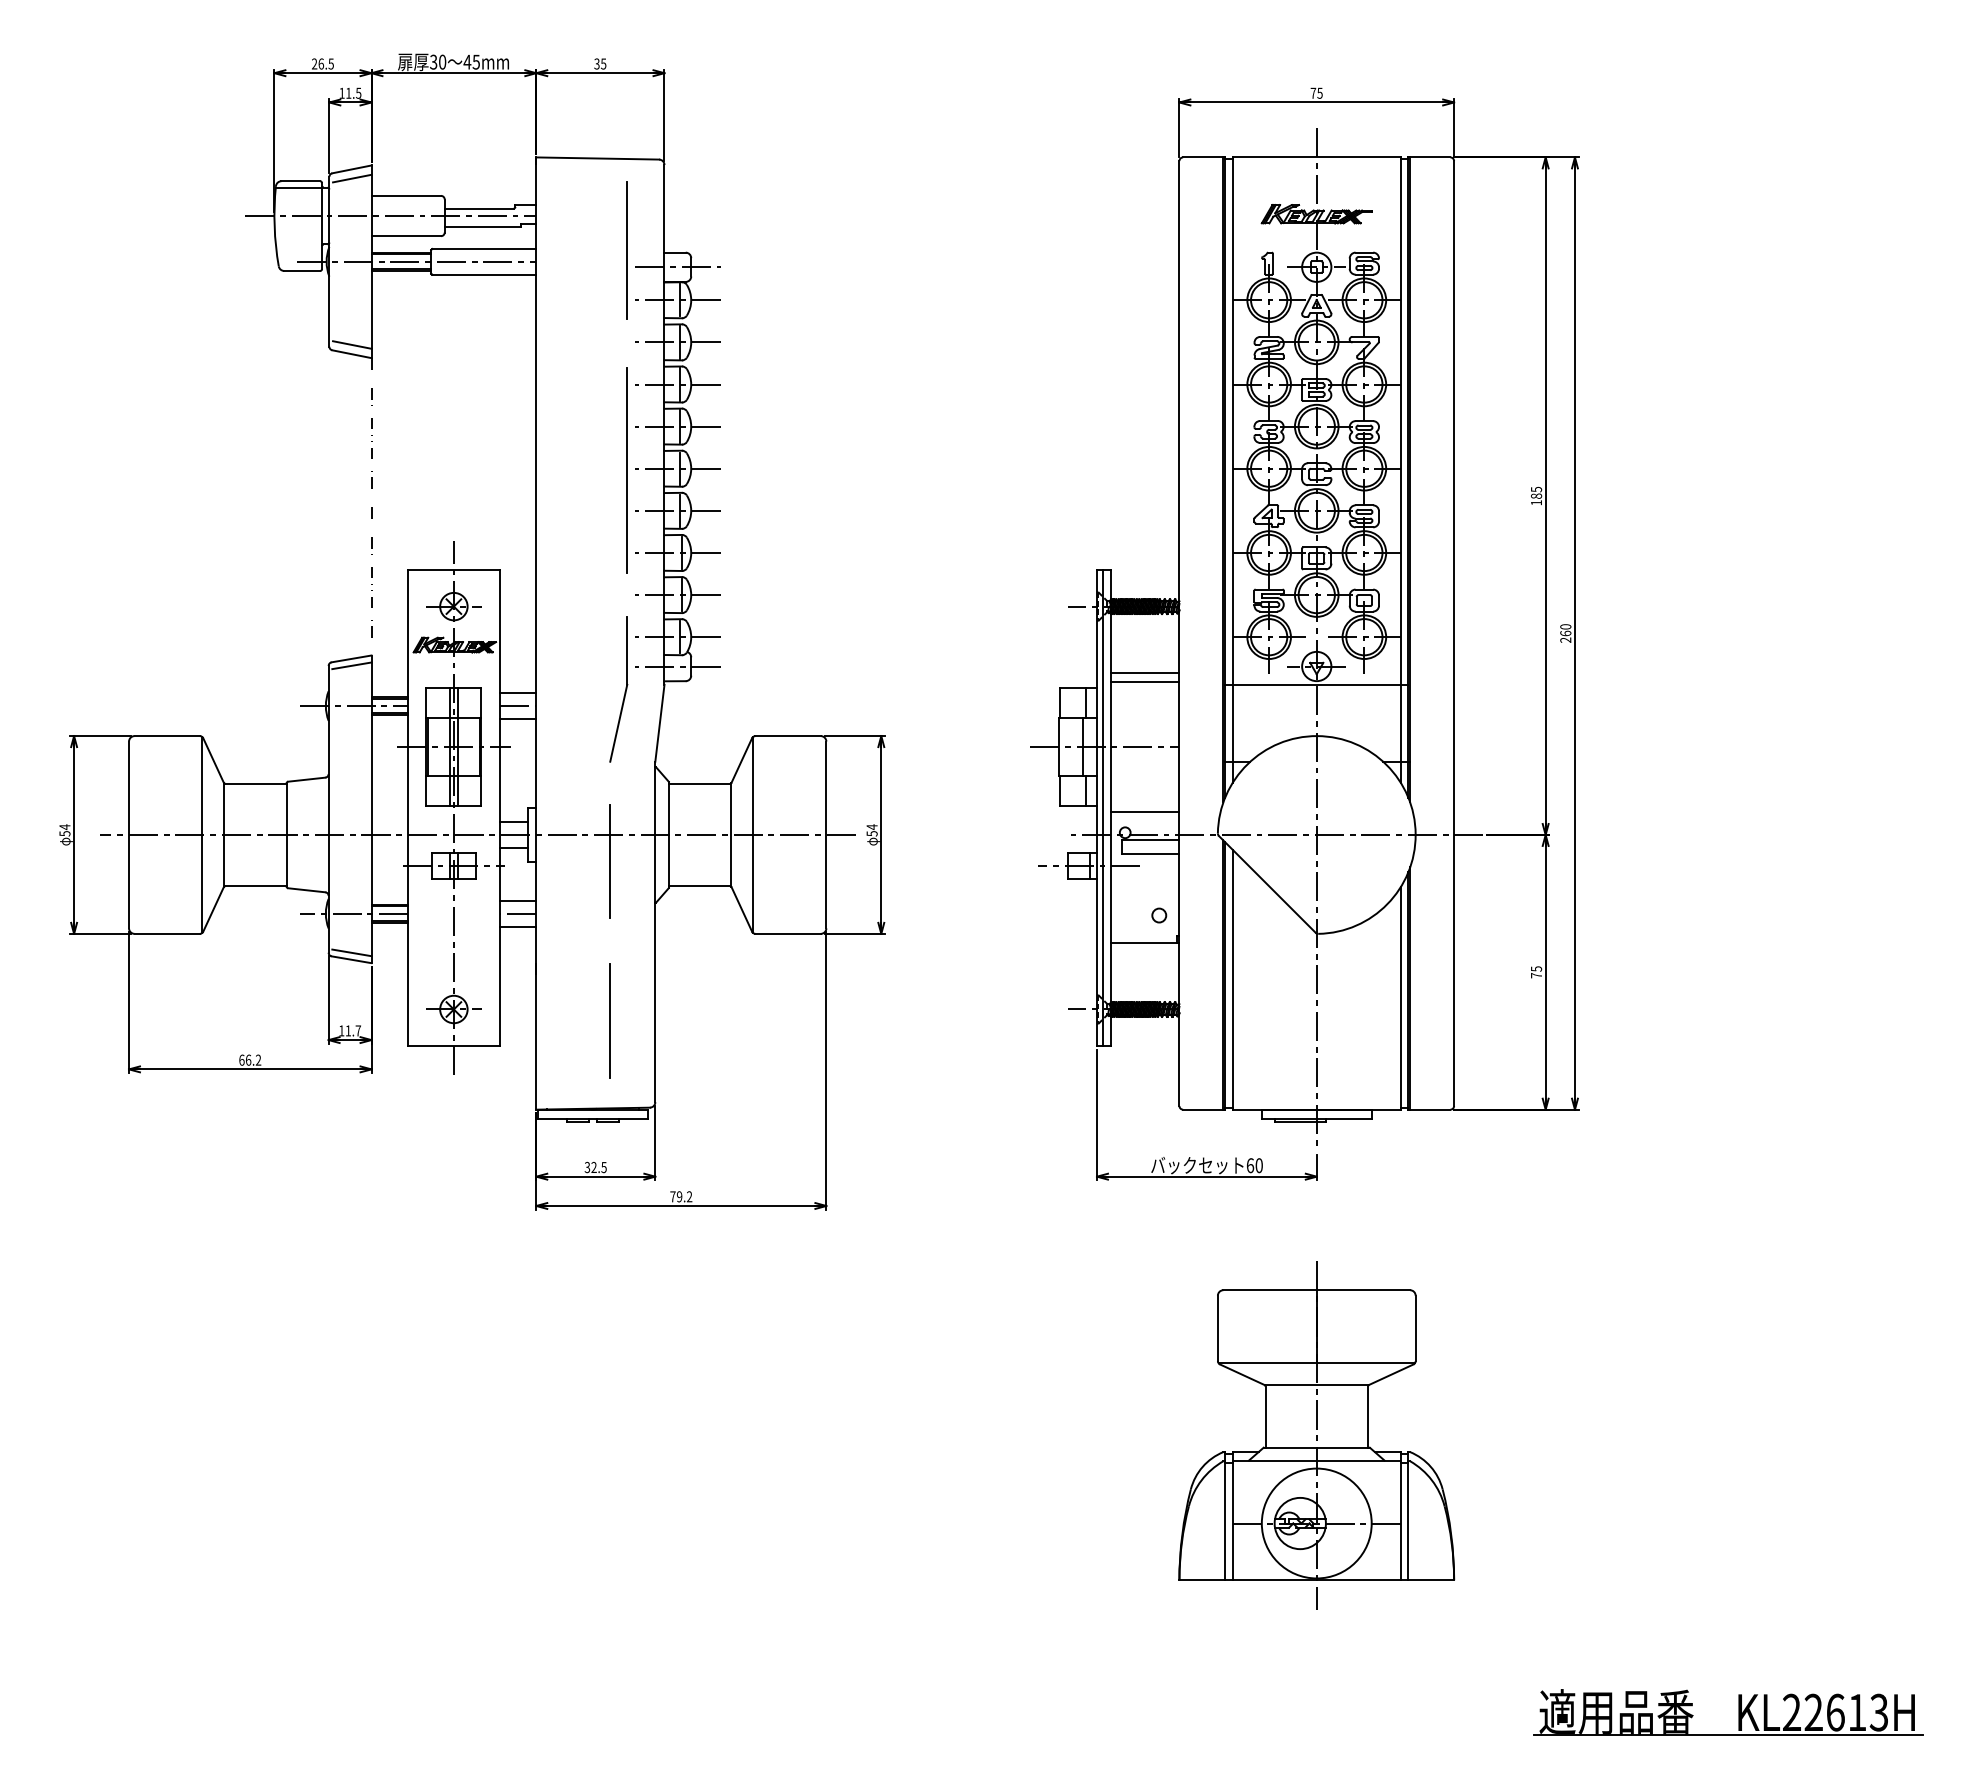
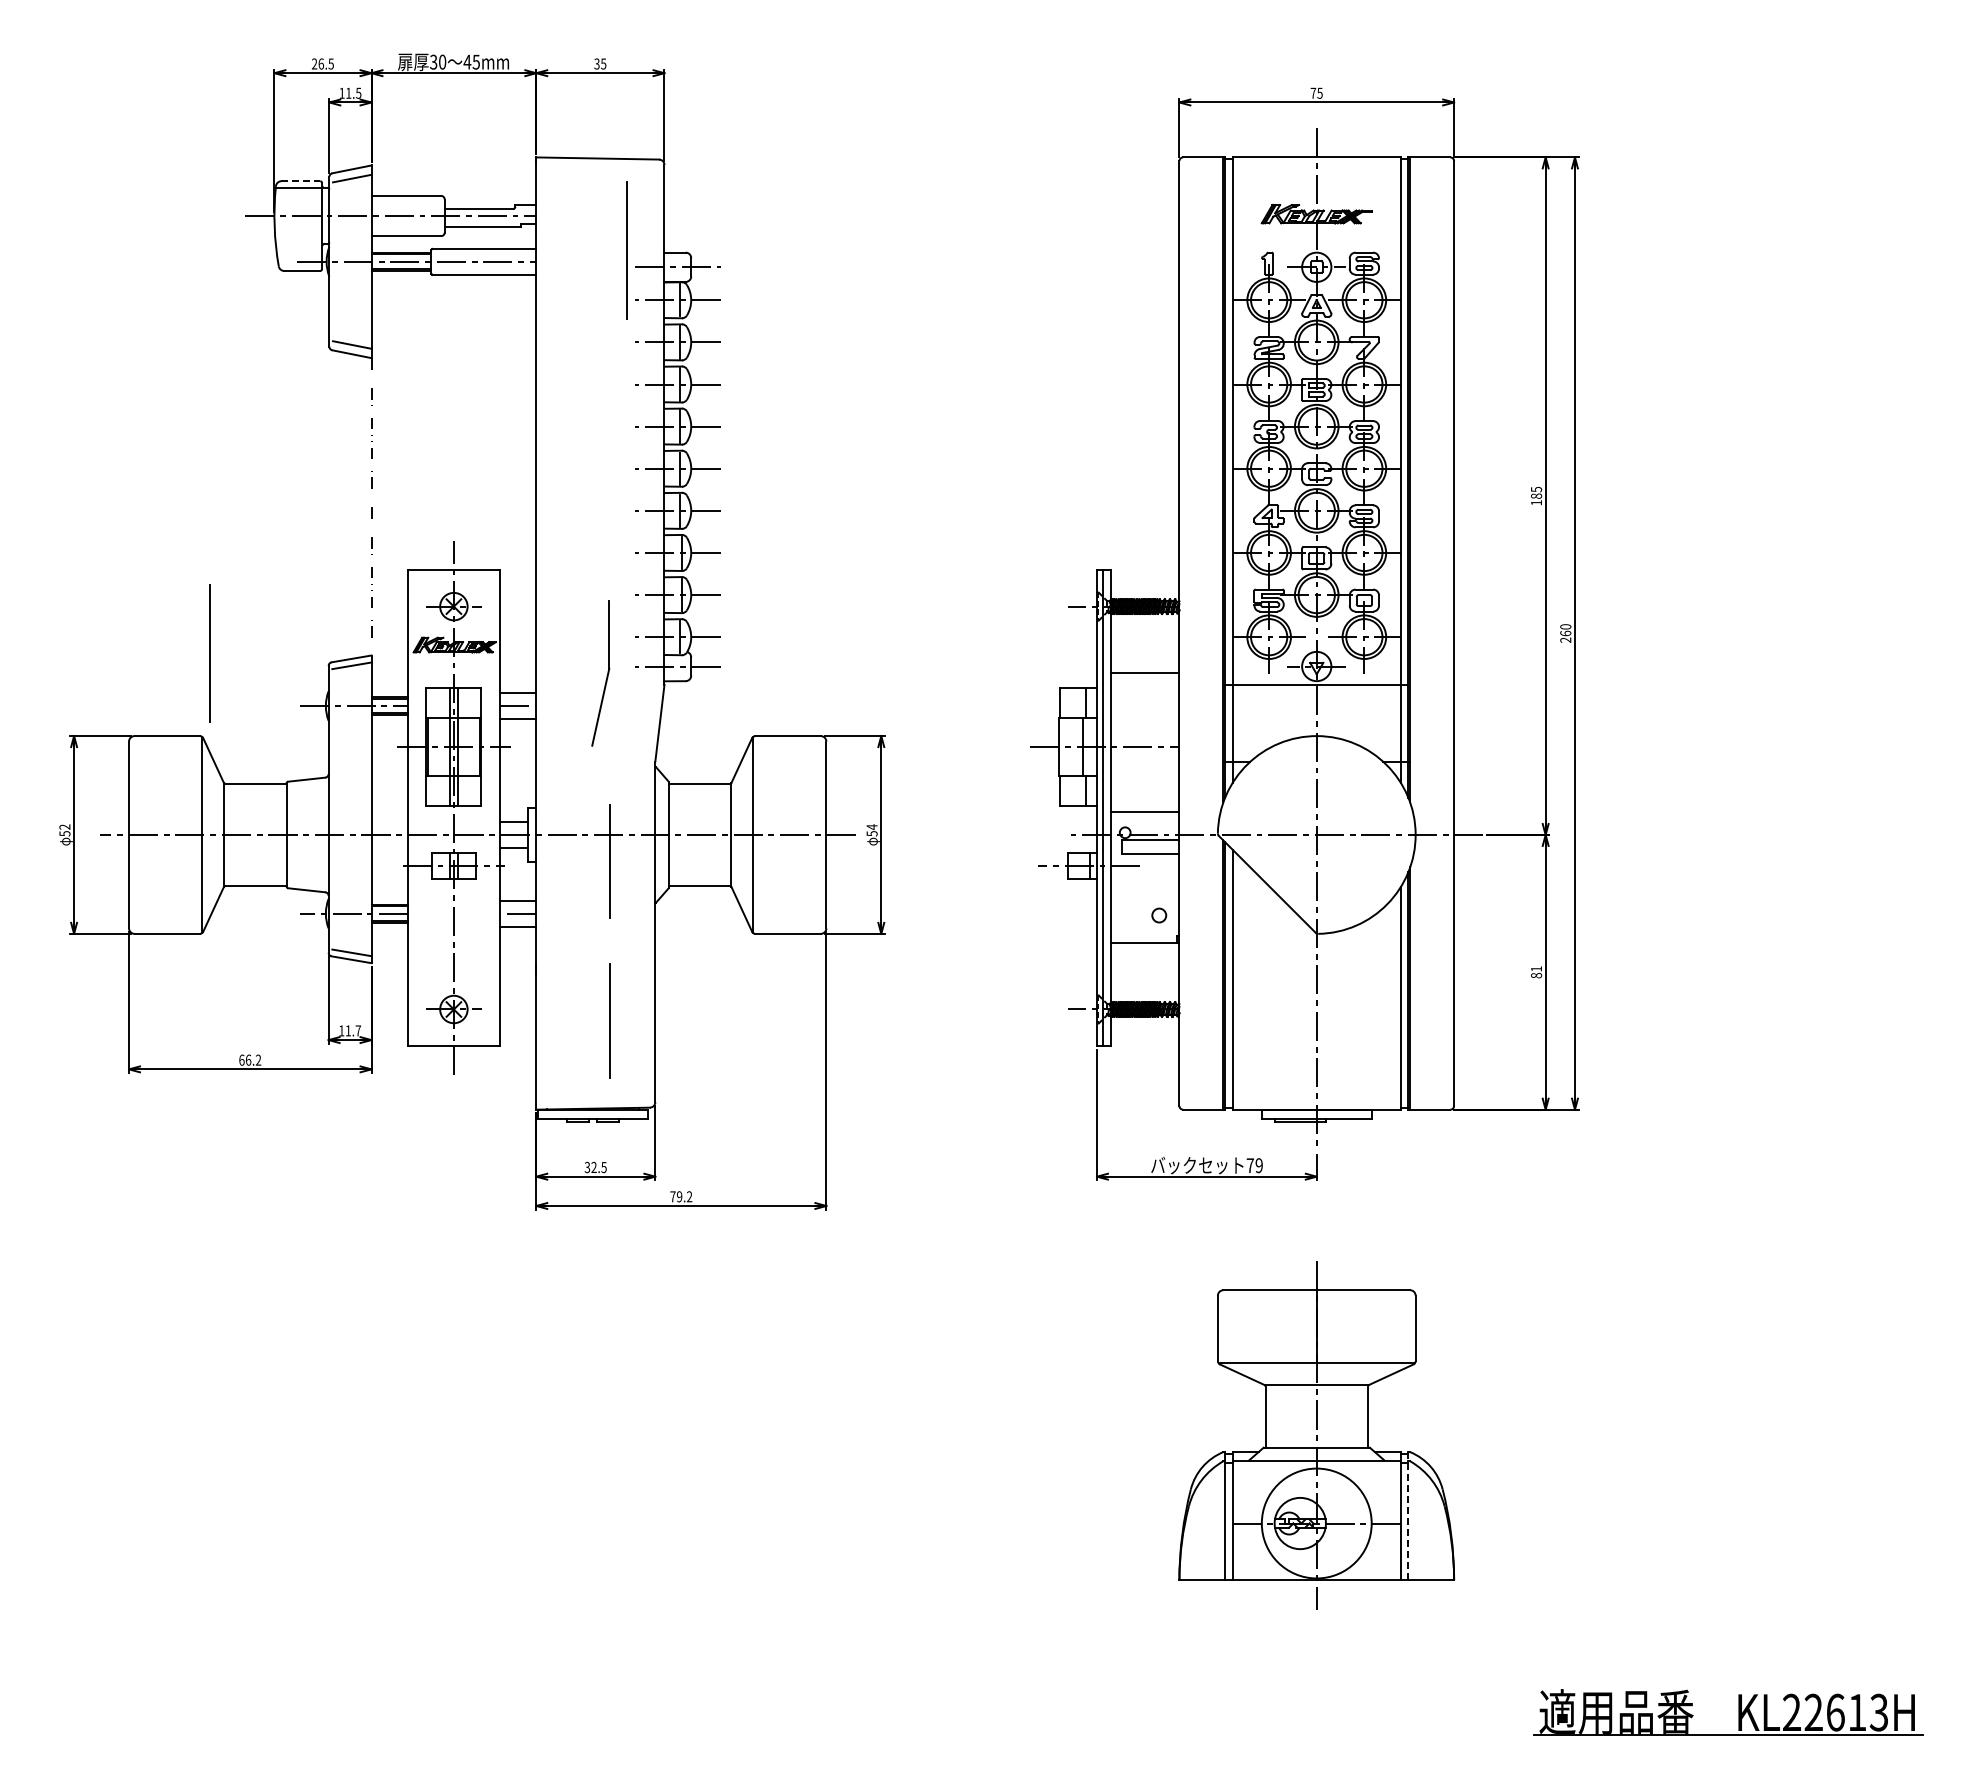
line at (301, 181): solid -> dashed
line at (627, 470): present -> none
line at (209, 653): none -> present
line at (1144, 681): present -> none
part at (624, 691) position: (624, 691) -> (606, 675)
text at (64, 827): 54 -> 52
text at (1536, 972): 75 -> 81
text at (1254, 1165): 60 -> 79
line at (1408, 1515): solid -> dashed
